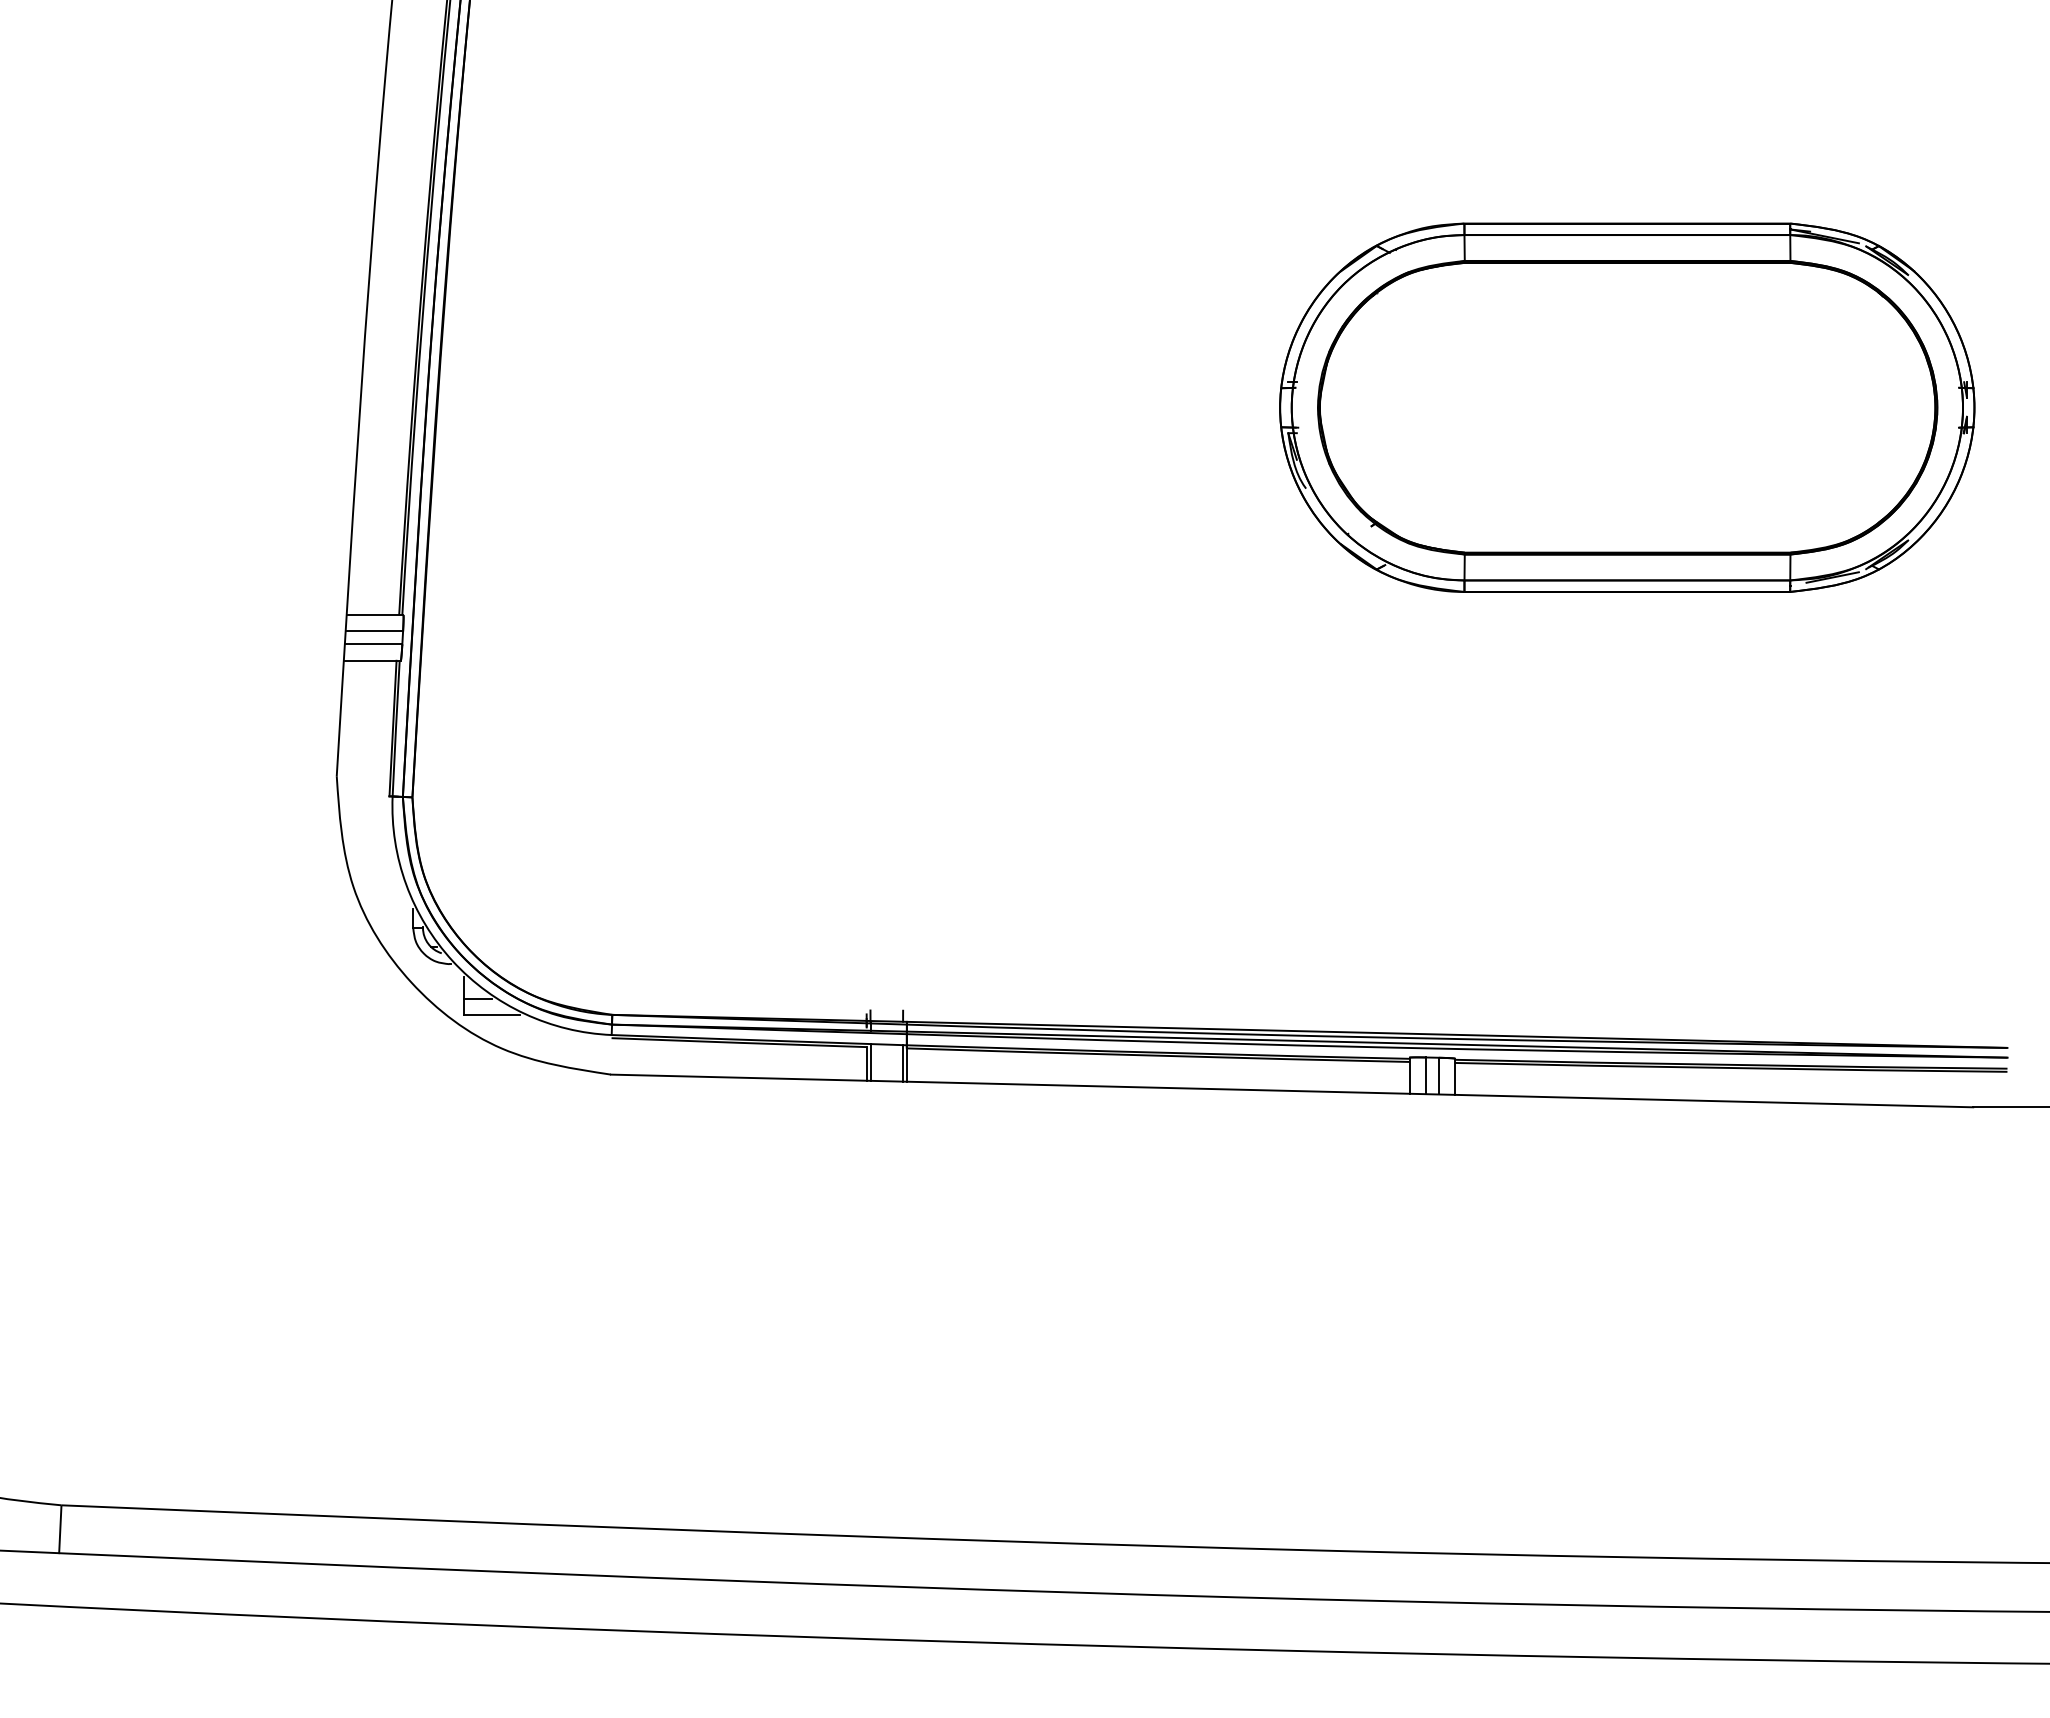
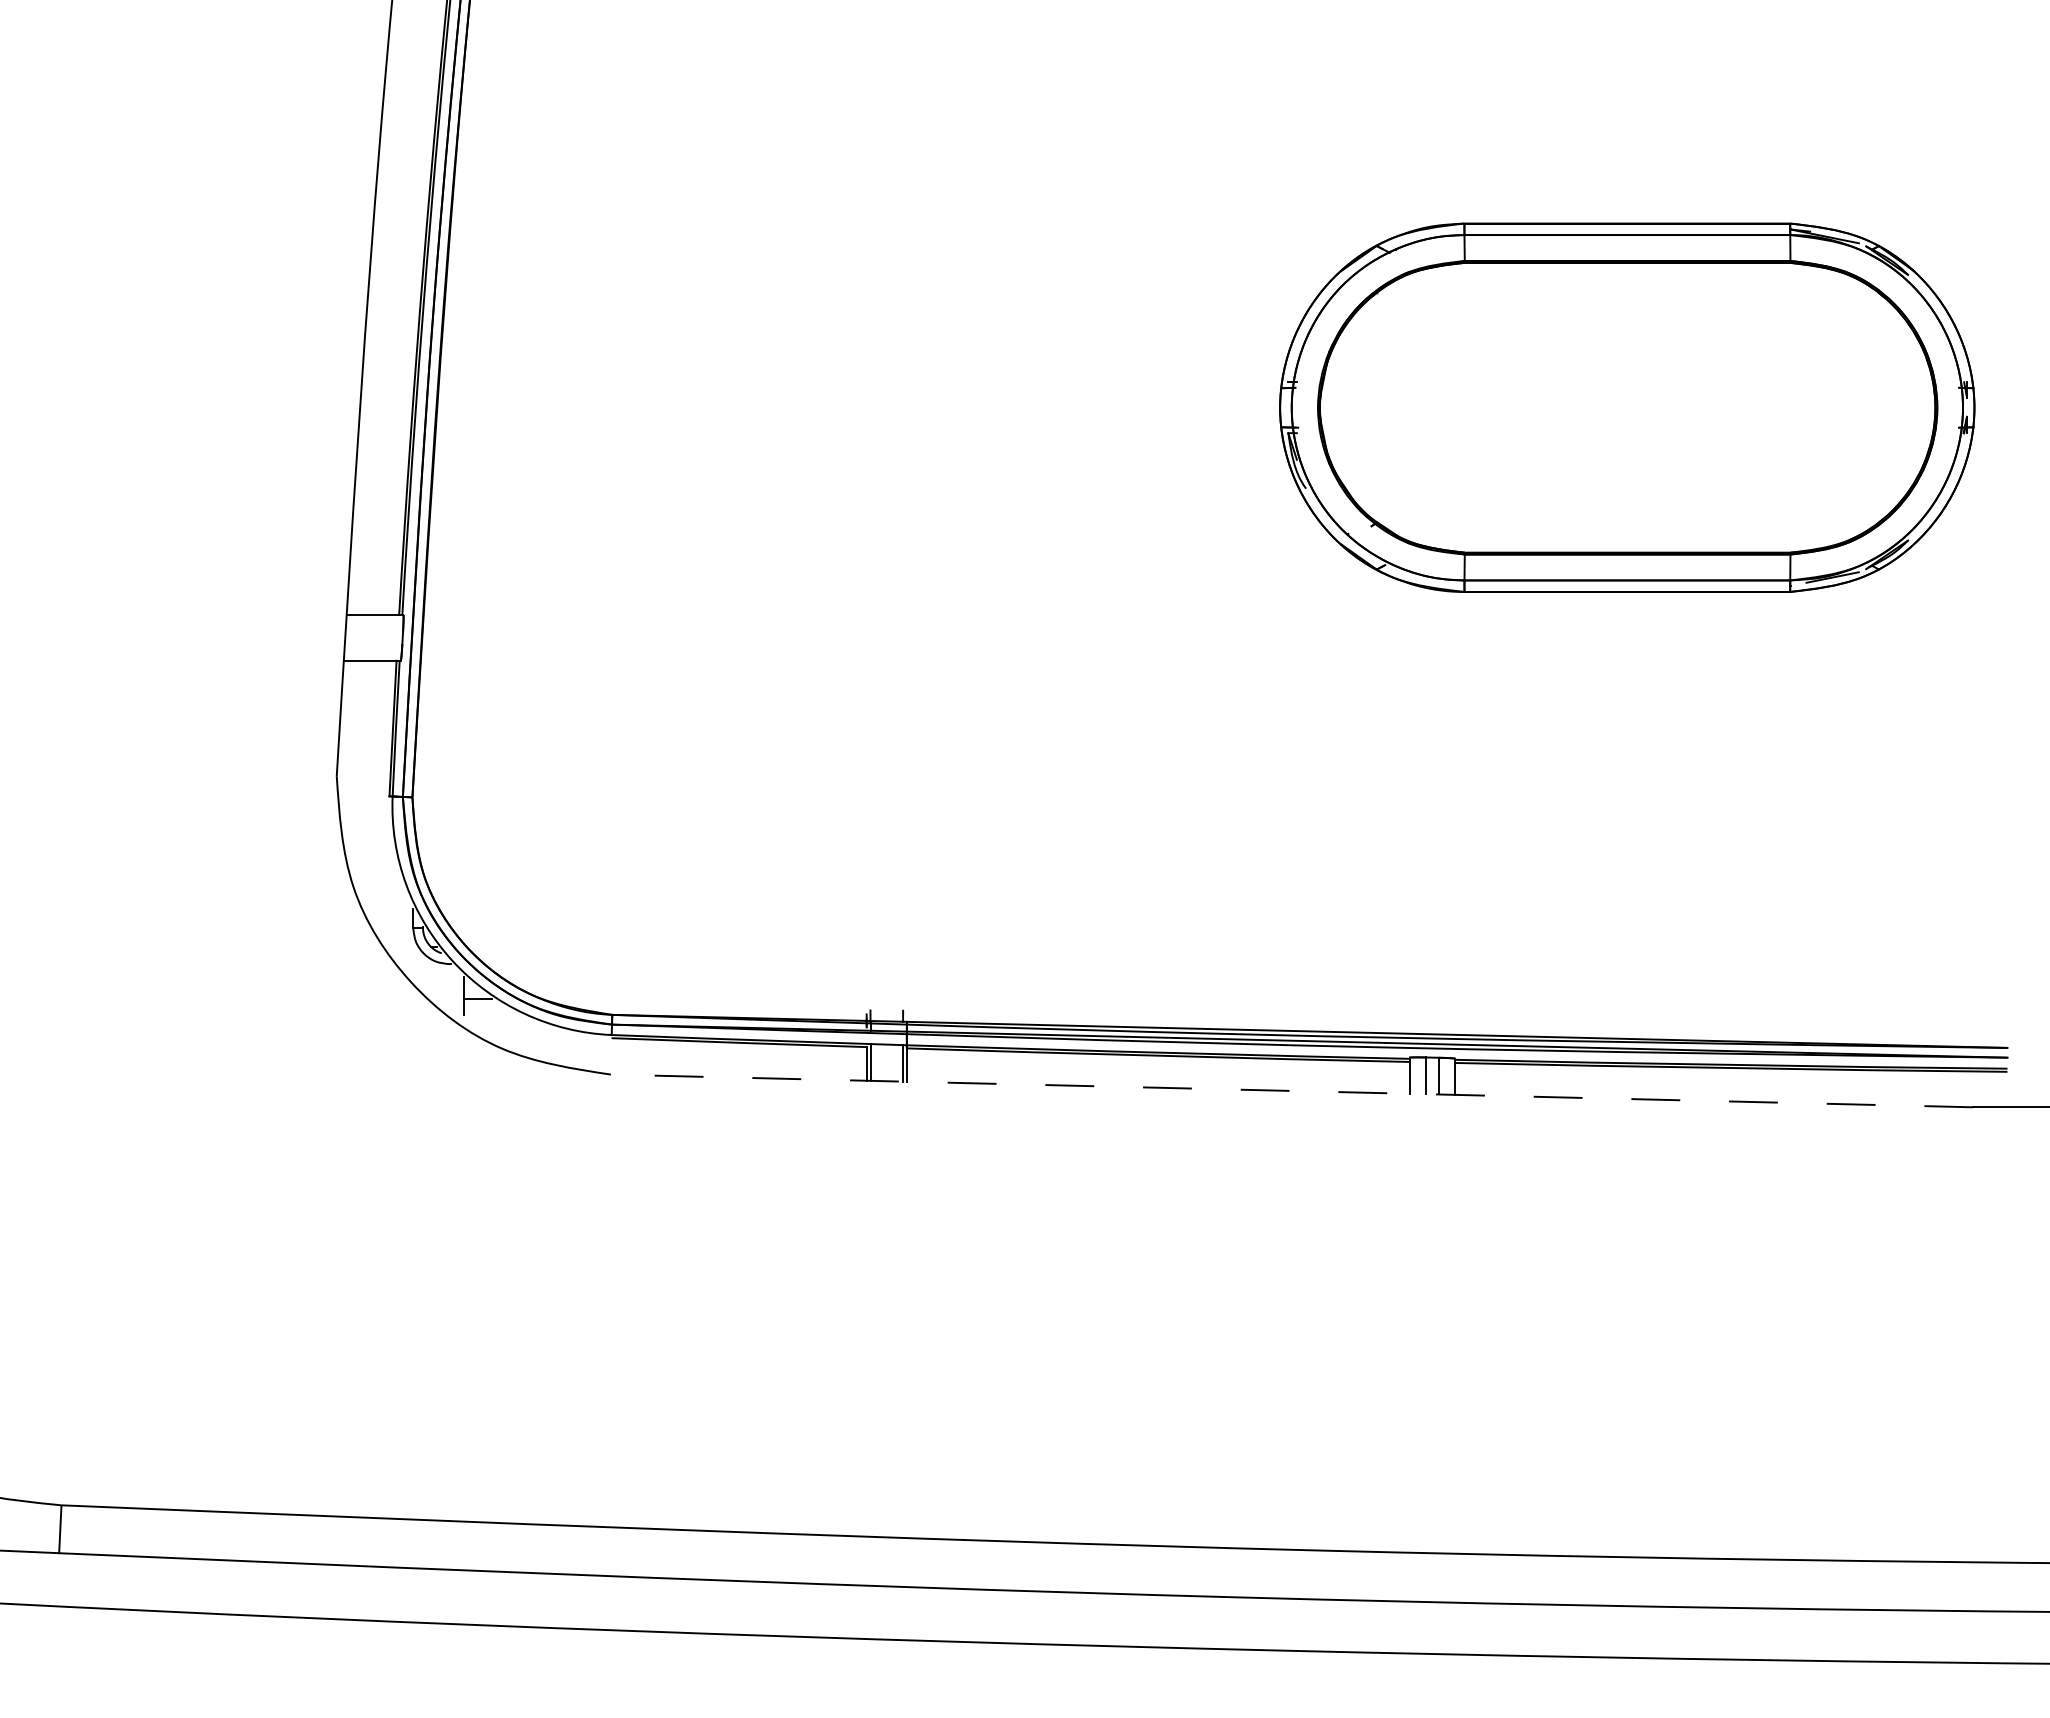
line at (374, 631): present -> none
line at (373, 644): present -> none
line at (492, 1015): present -> none
line at (1291, 1090): solid -> dashed
